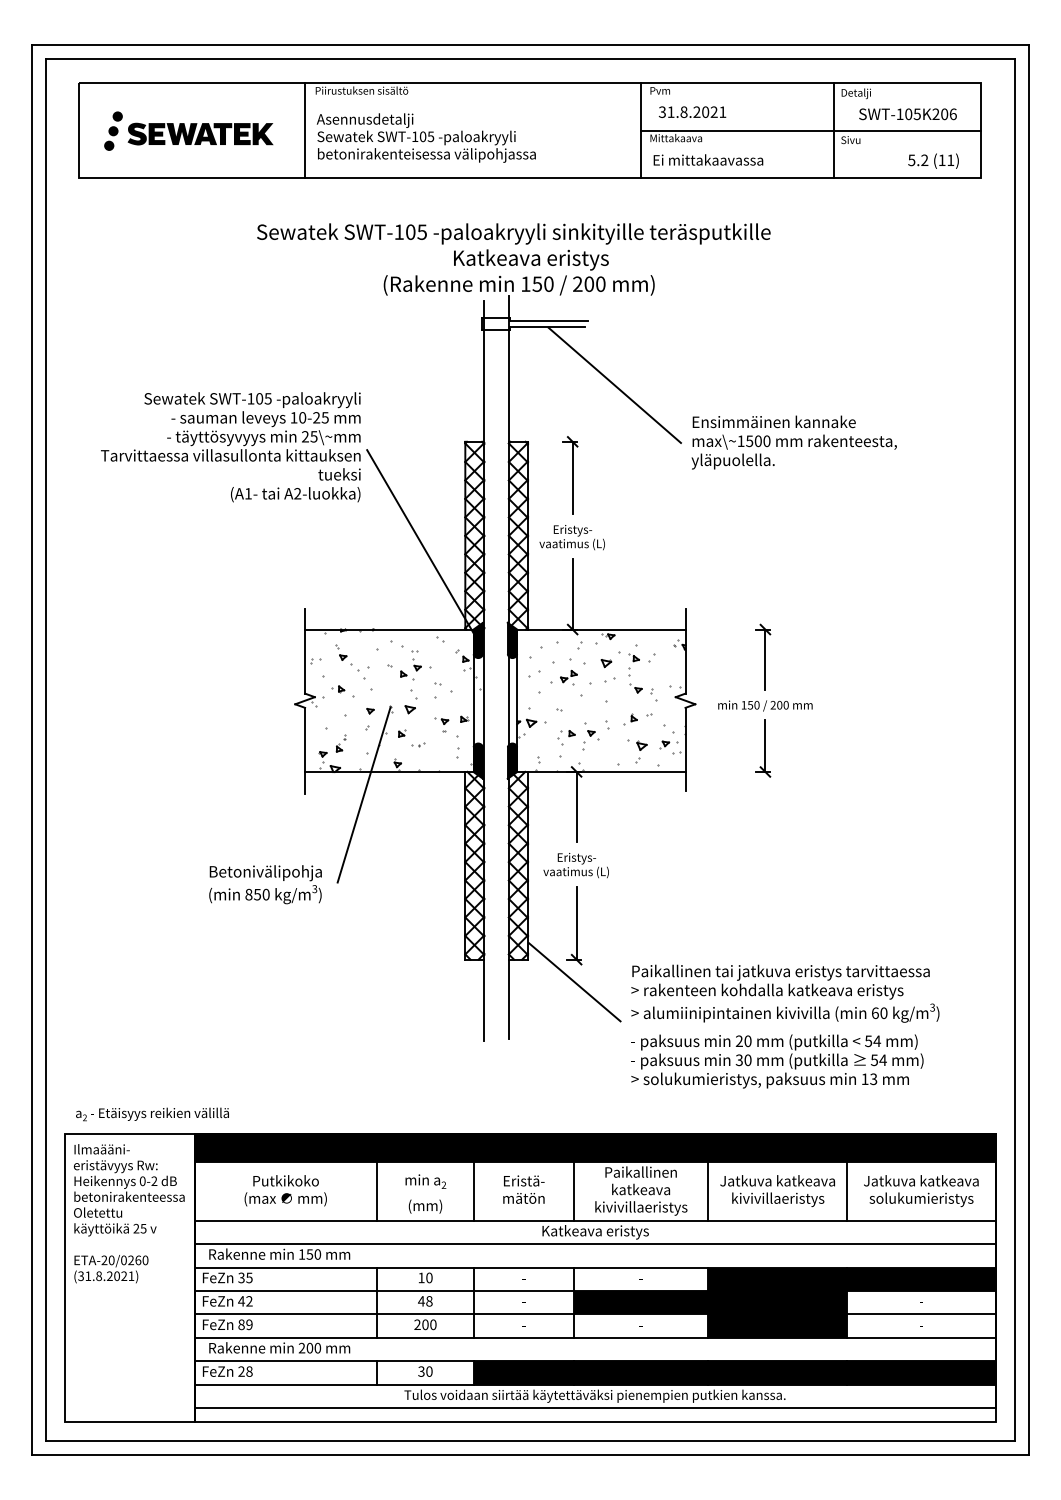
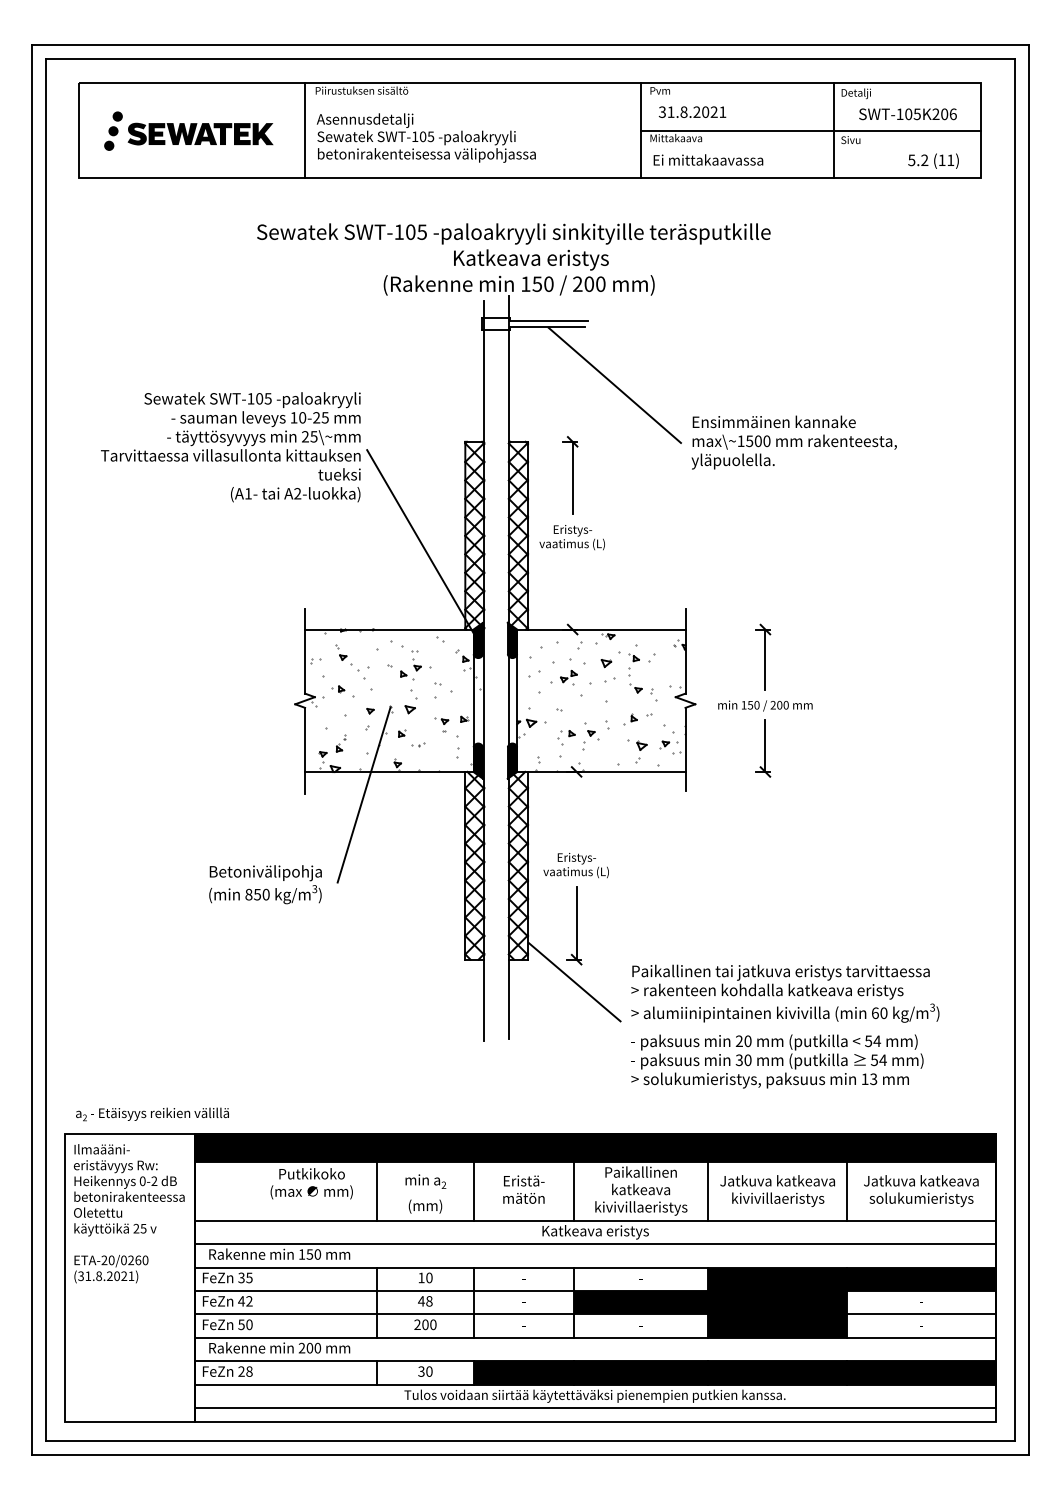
line at (572, 594): present -> none
line at (576, 806): present -> none
text at (285, 1190) position: (285, 1190) -> (311, 1183)
text at (245, 1324): 89 -> 50
